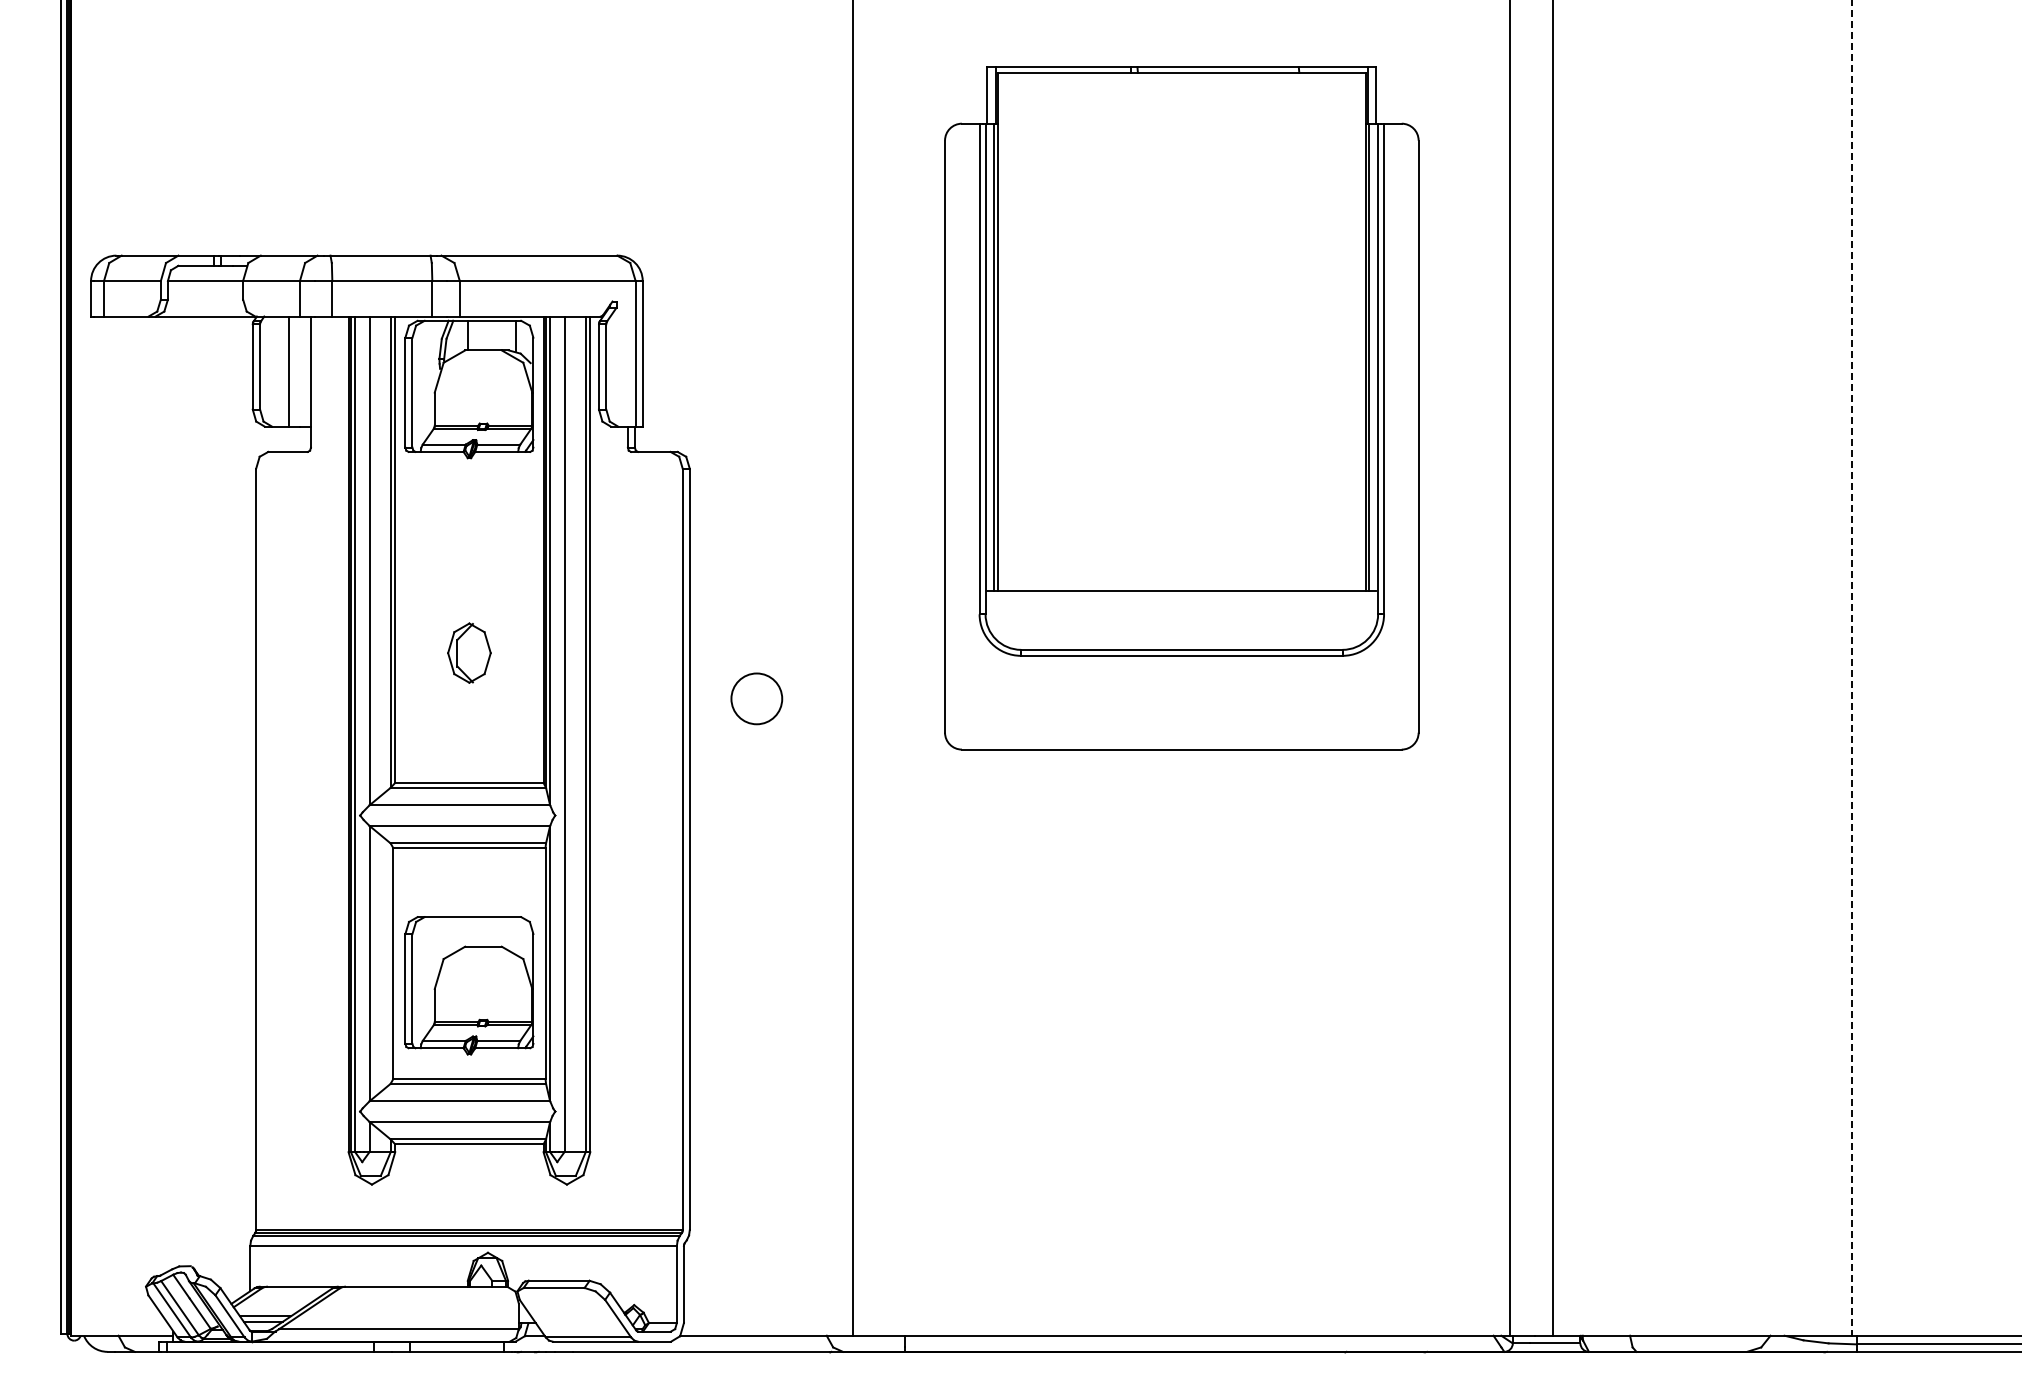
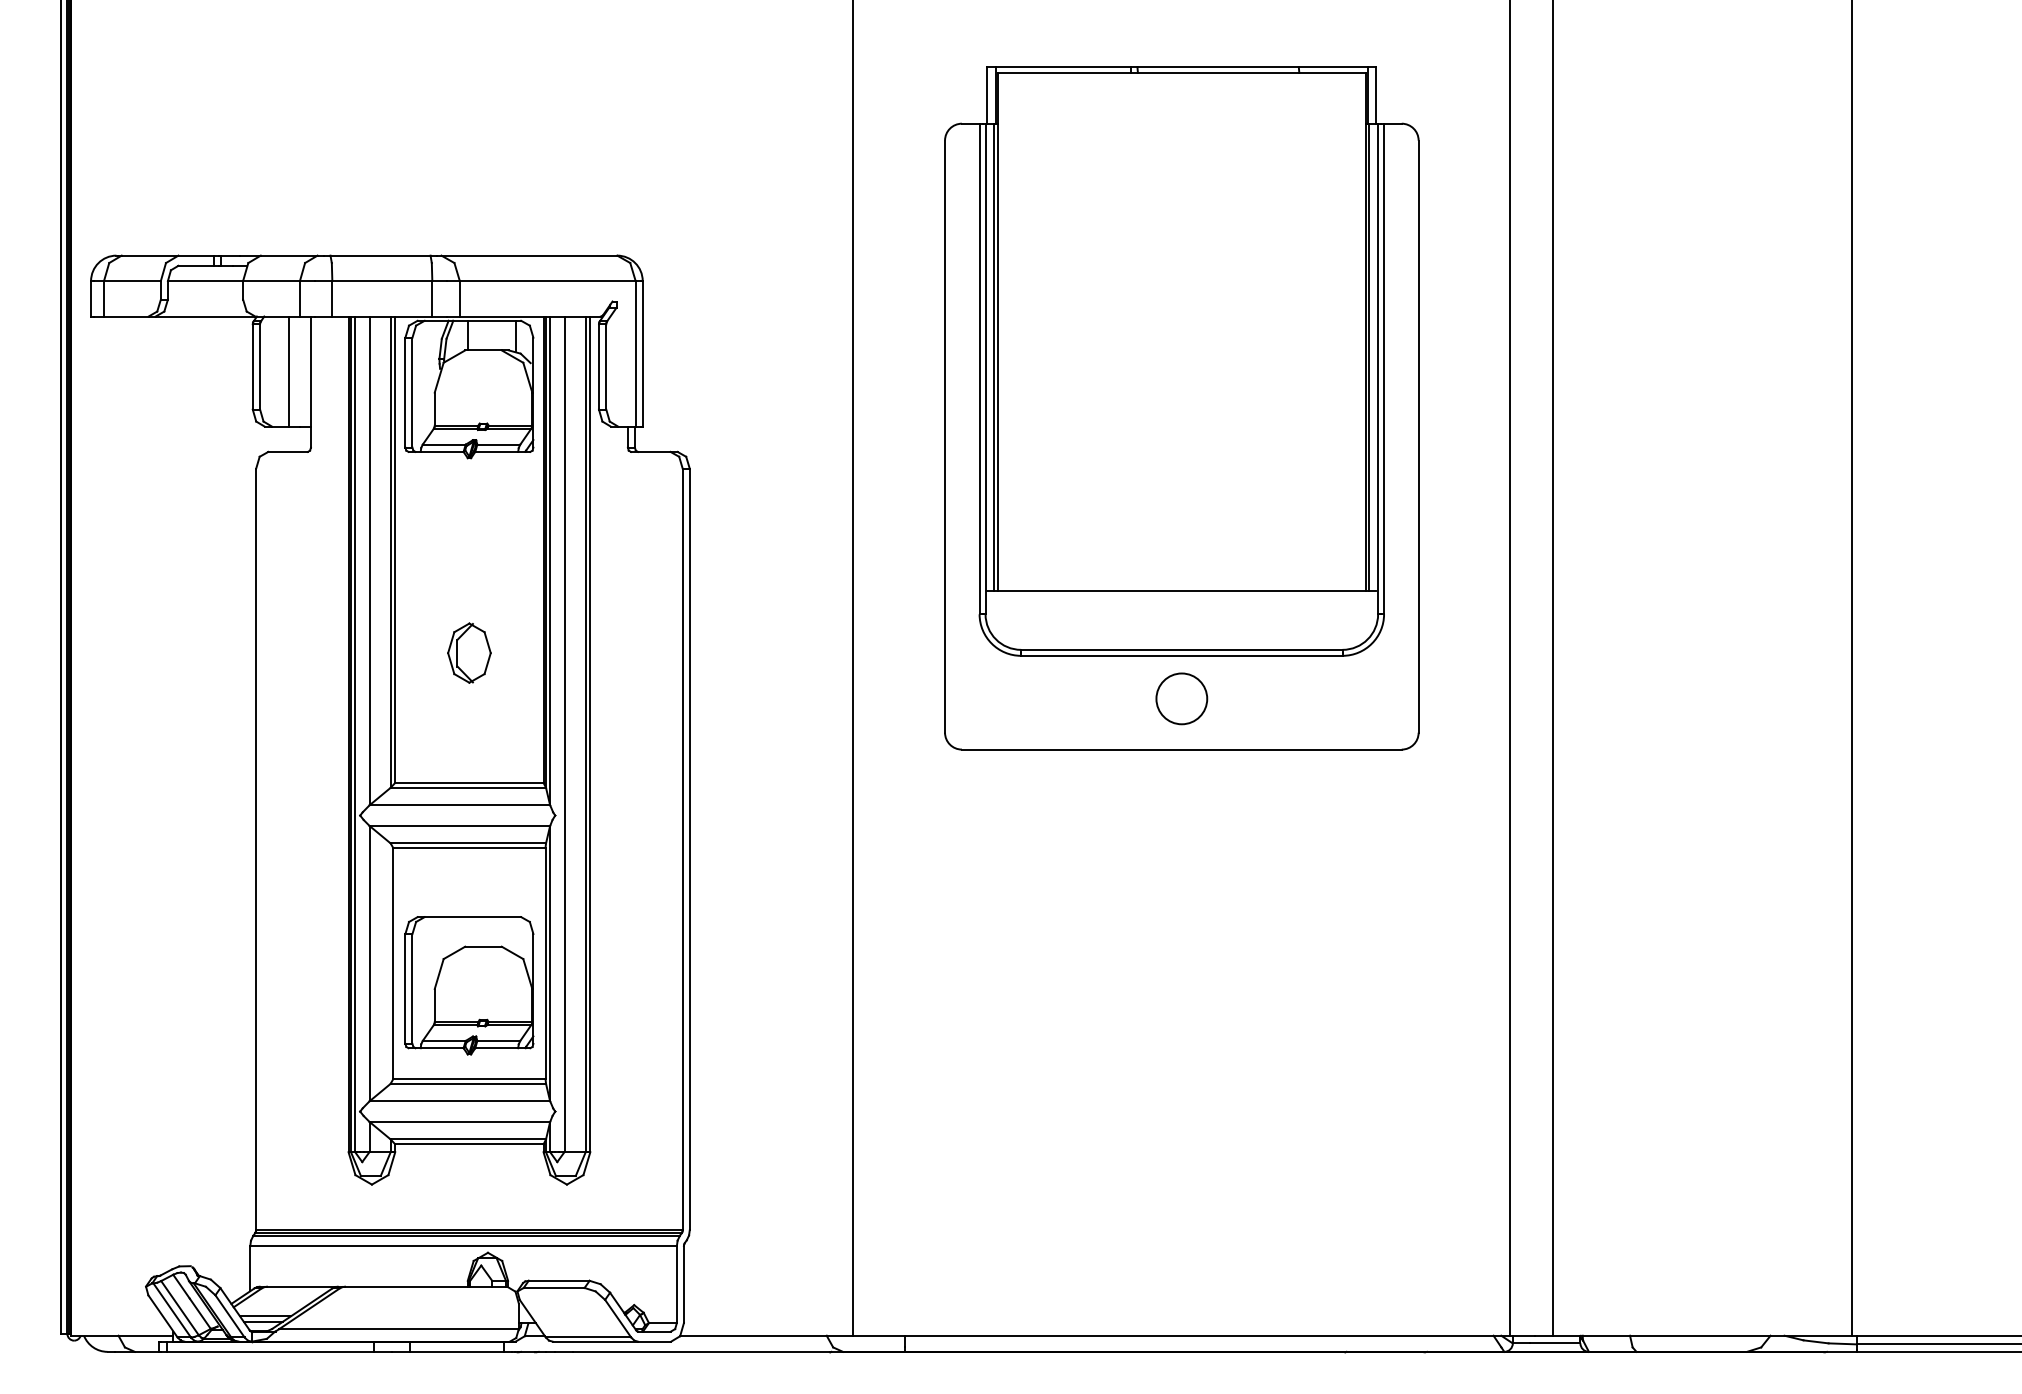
line at (1852, 668): dashed -> solid
circle at (756, 698) position: (756, 698) -> (1181, 698)
